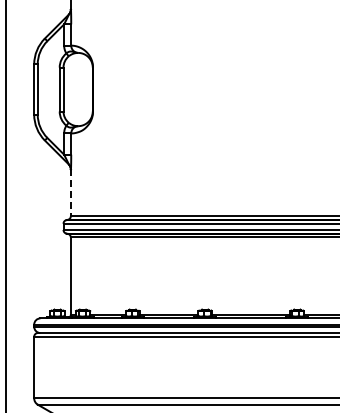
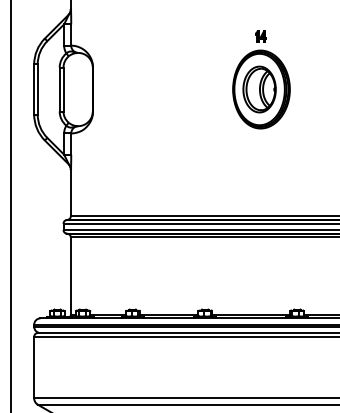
part at (261, 79): none -> present
line at (70, 193): dashed -> solid
line at (6, 205) position: (6, 205) -> (11, 205)
